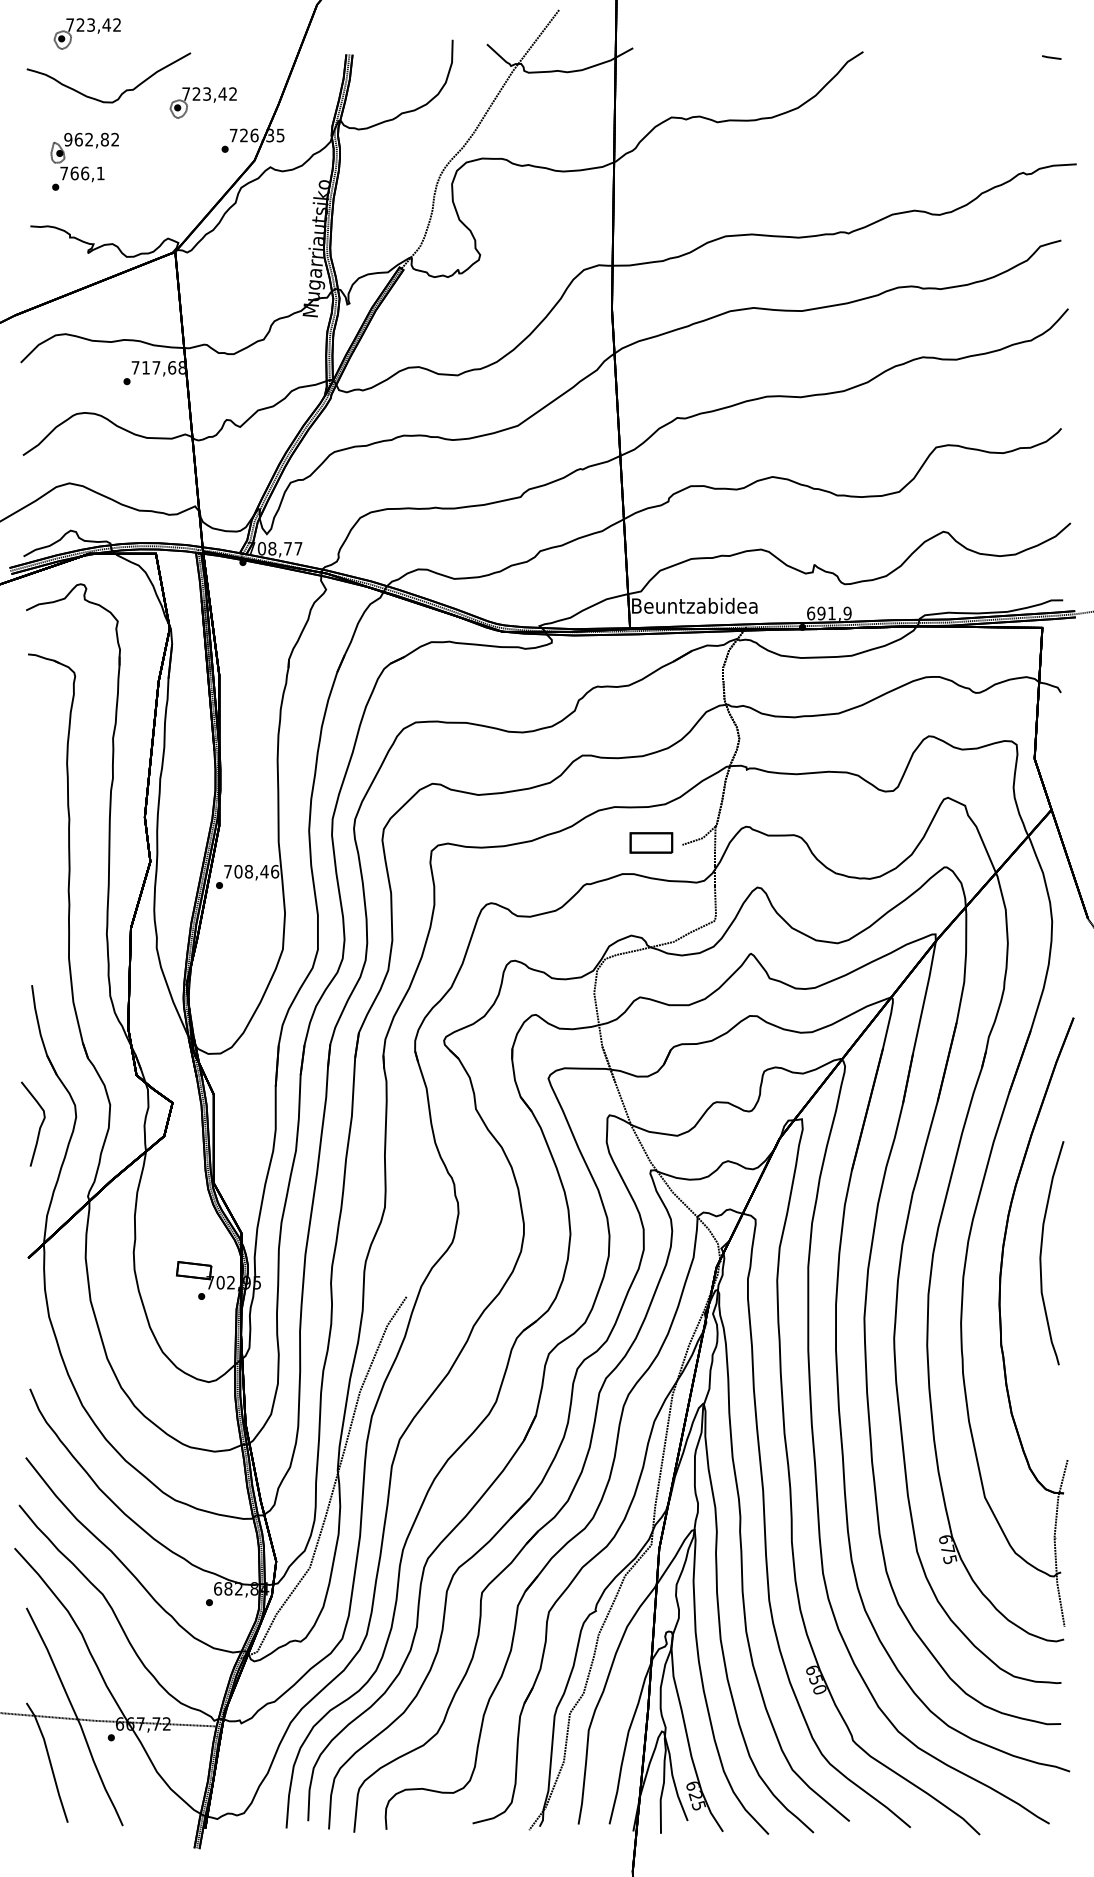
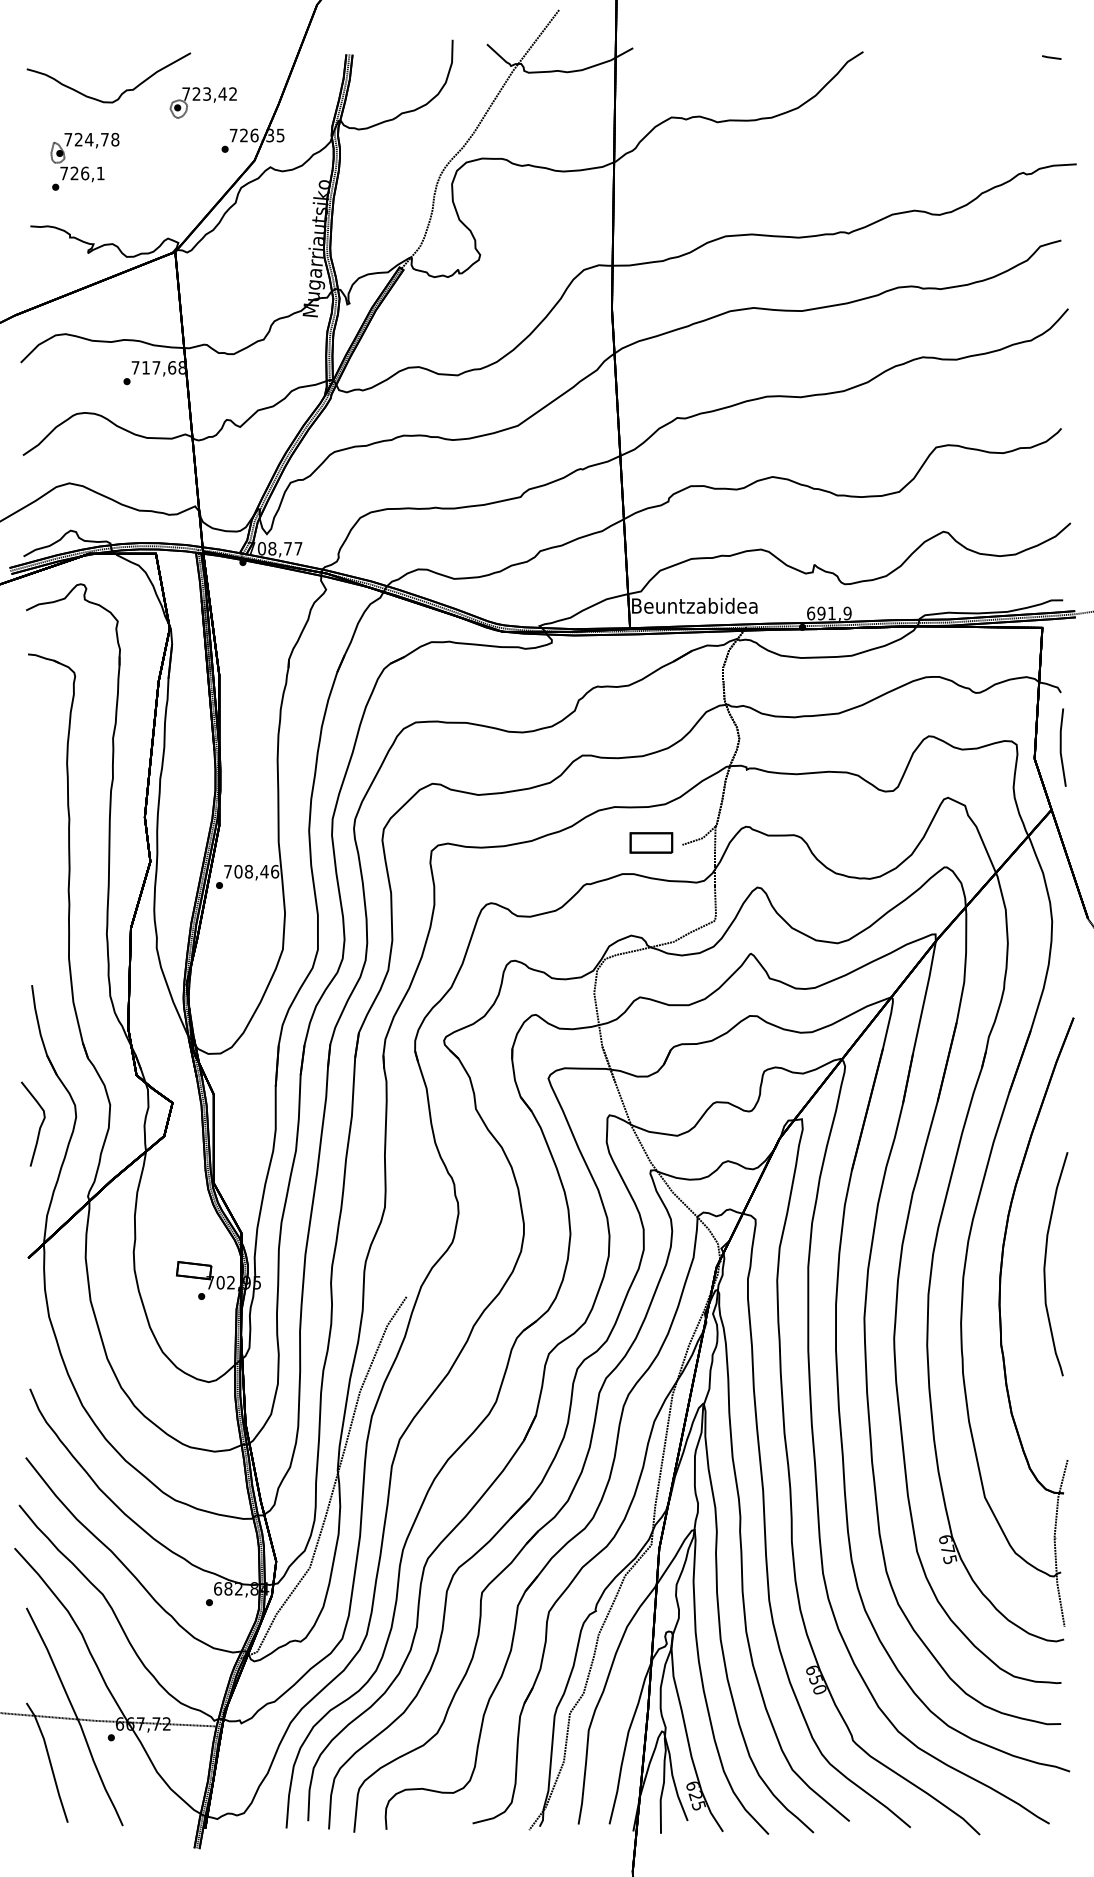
part at (86, 33): present -> none
text at (91, 139): 962,82 -> 724,78
text at (74, 173): 766,1 -> 726,1
line at (1061, 747): none -> present
curve at (1041, 1253) position: (1041, 1253) -> (1045, 1264)
